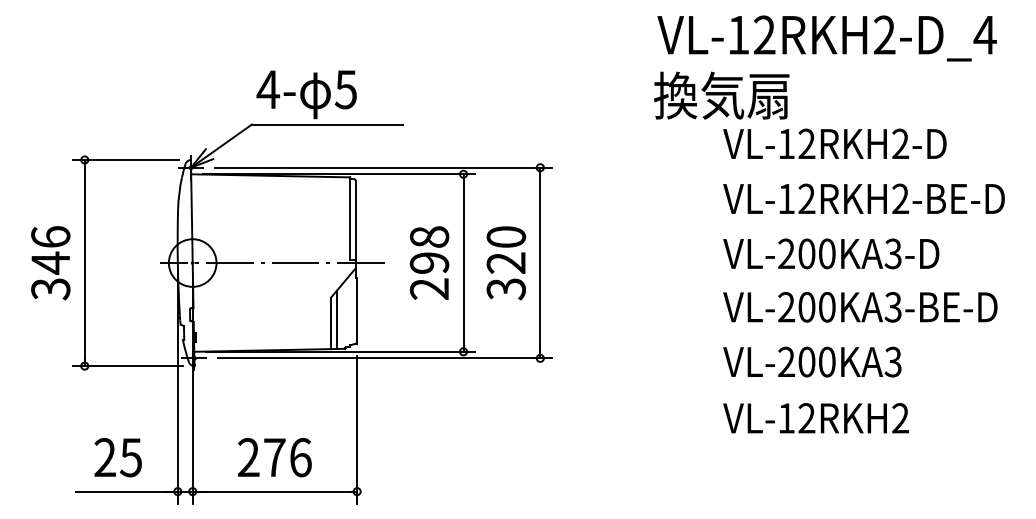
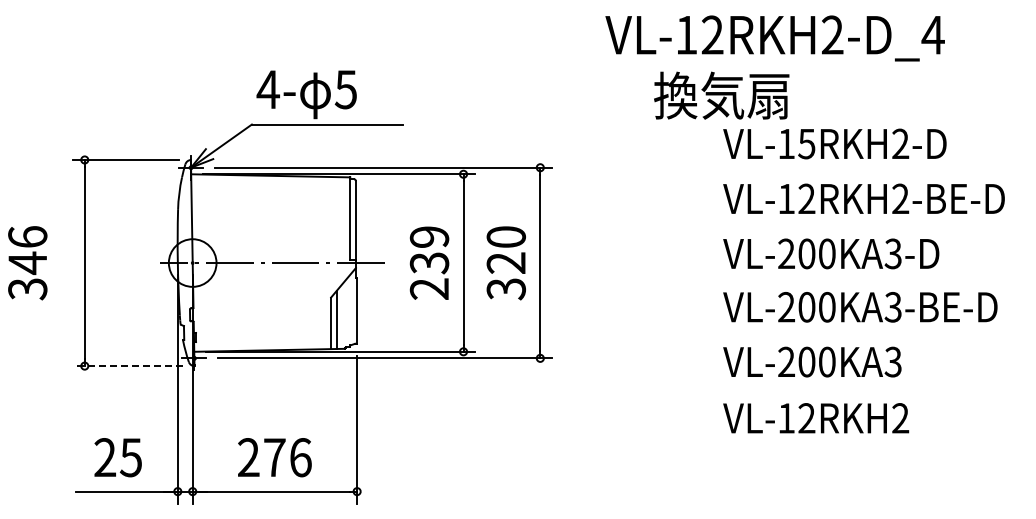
text at (826, 38) position: (826, 38) -> (774, 38)
text at (806, 143): VL-12RKH2-D -> VL-15RKH2-D
text at (429, 250): 298 -> 239
text at (50, 263) position: (50, 263) -> (27, 263)
line at (127, 366): solid -> dashed
